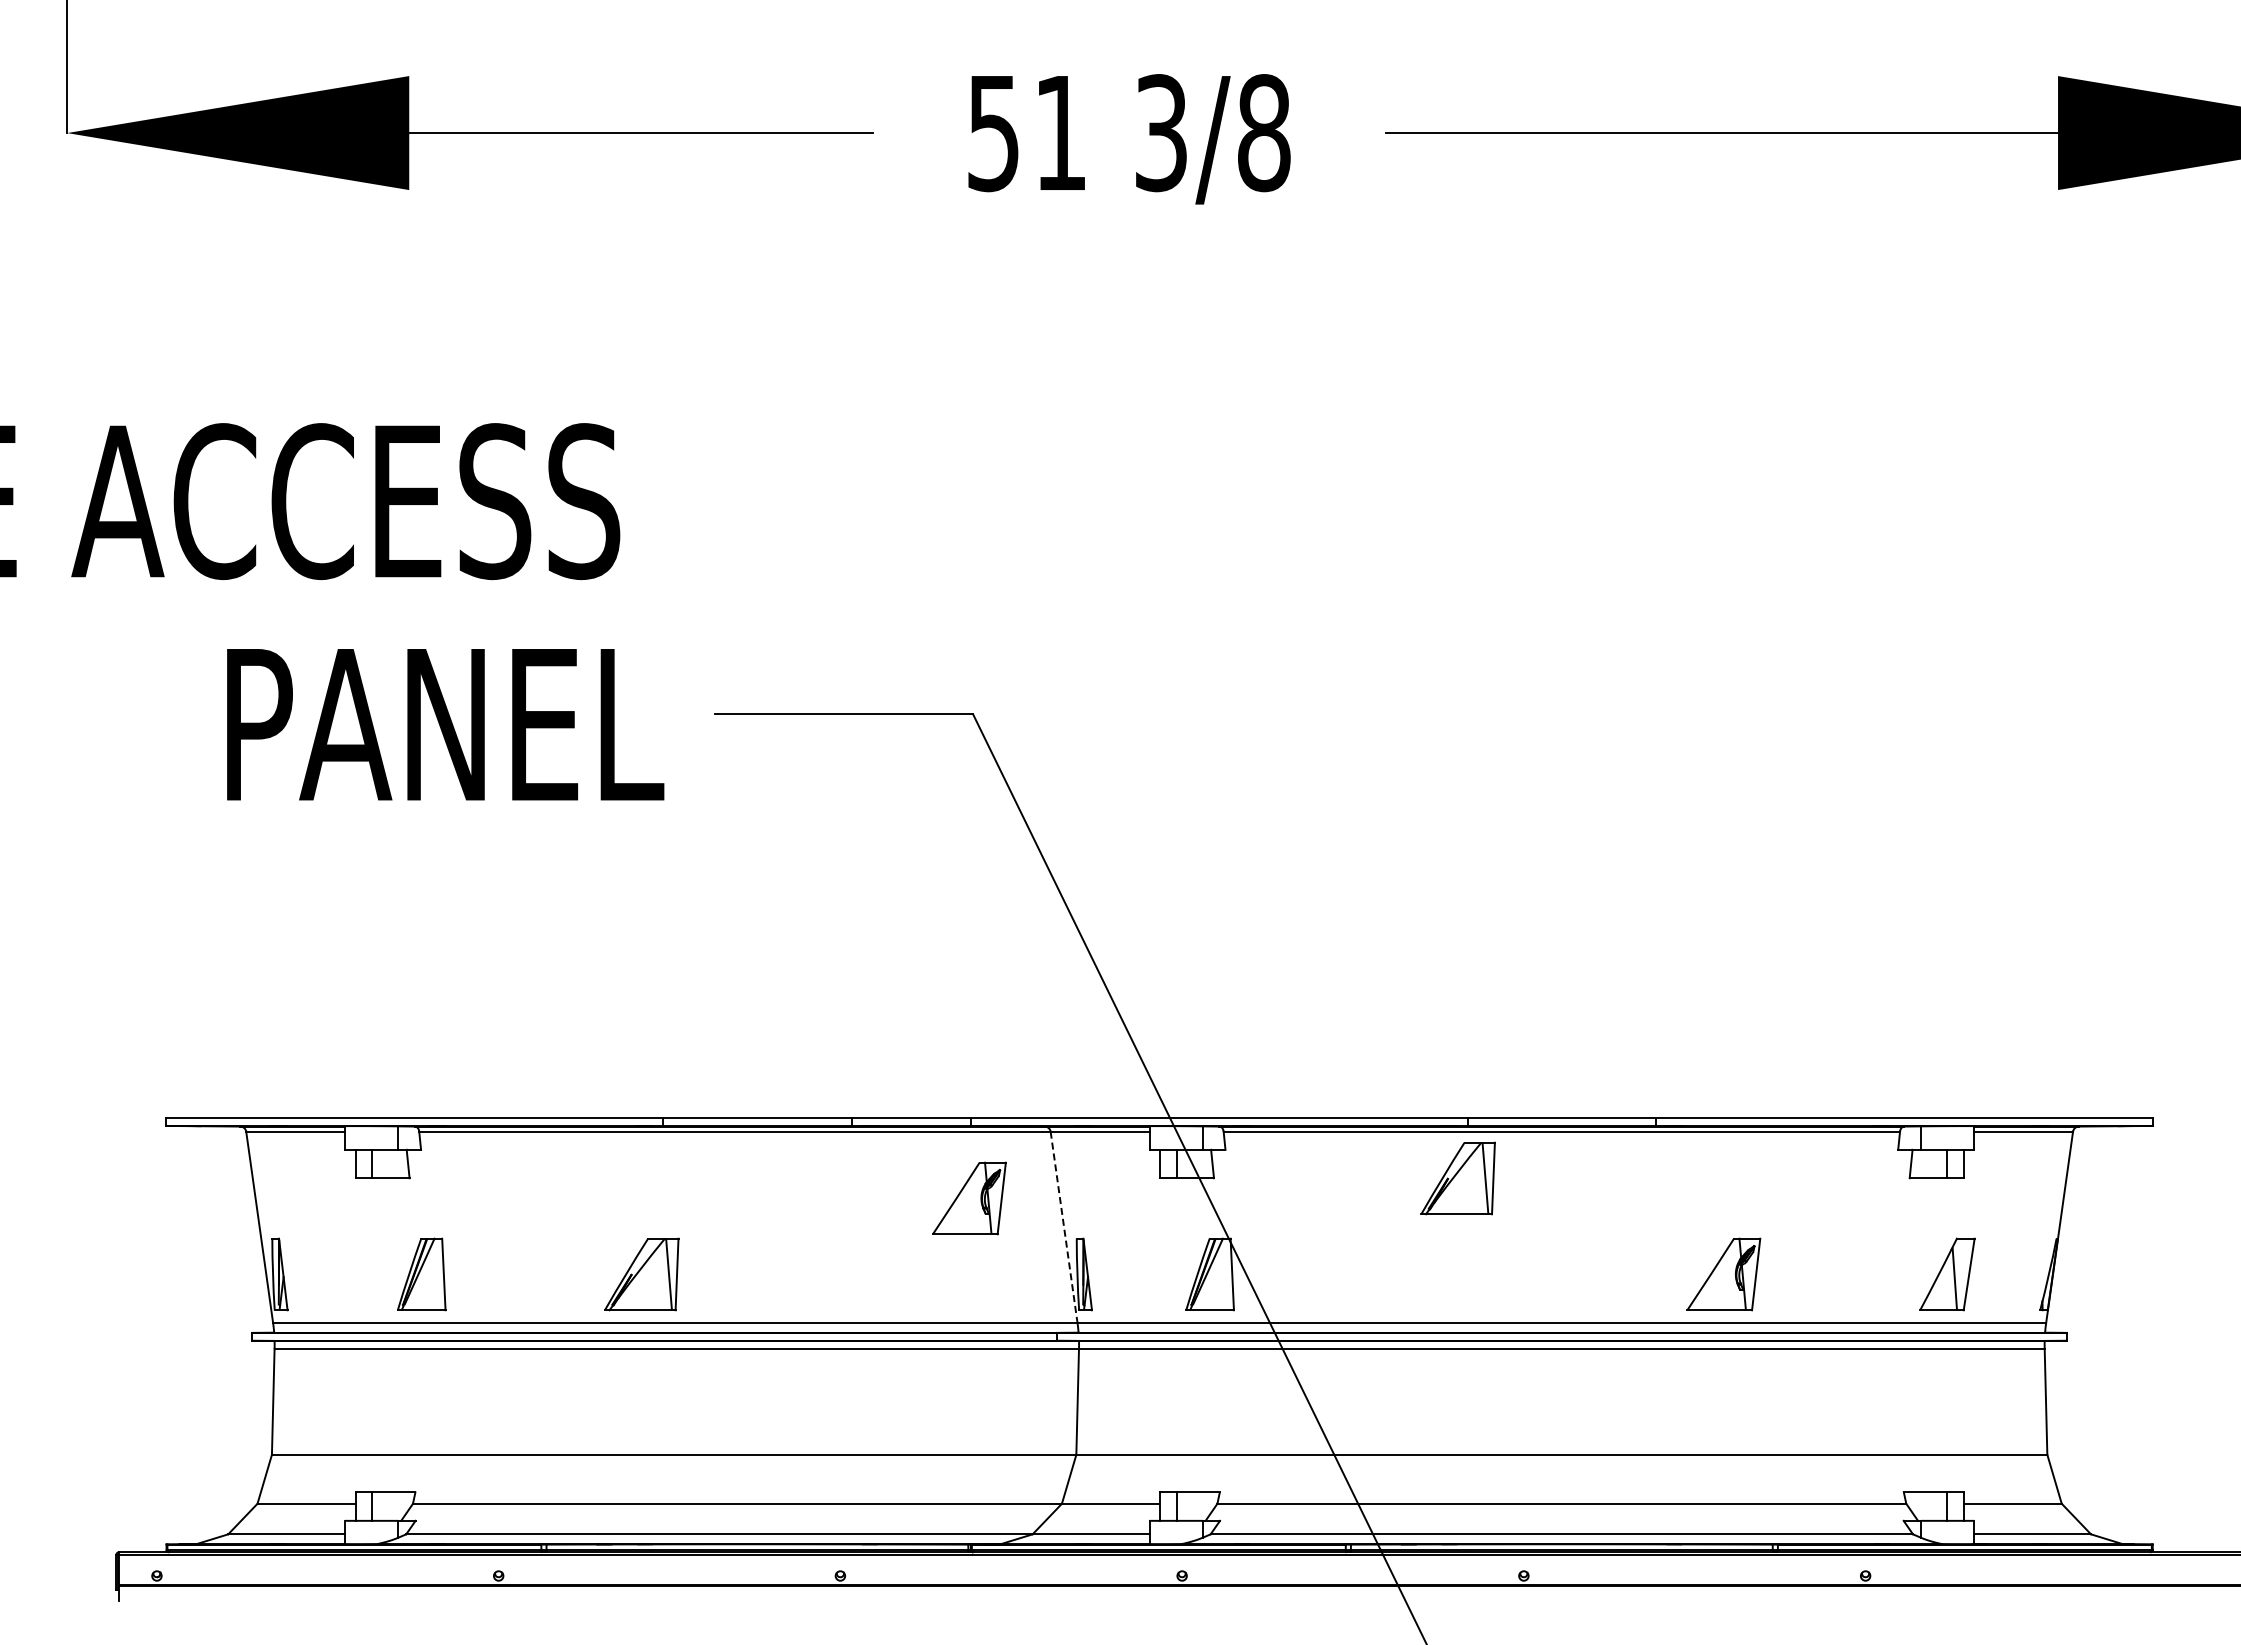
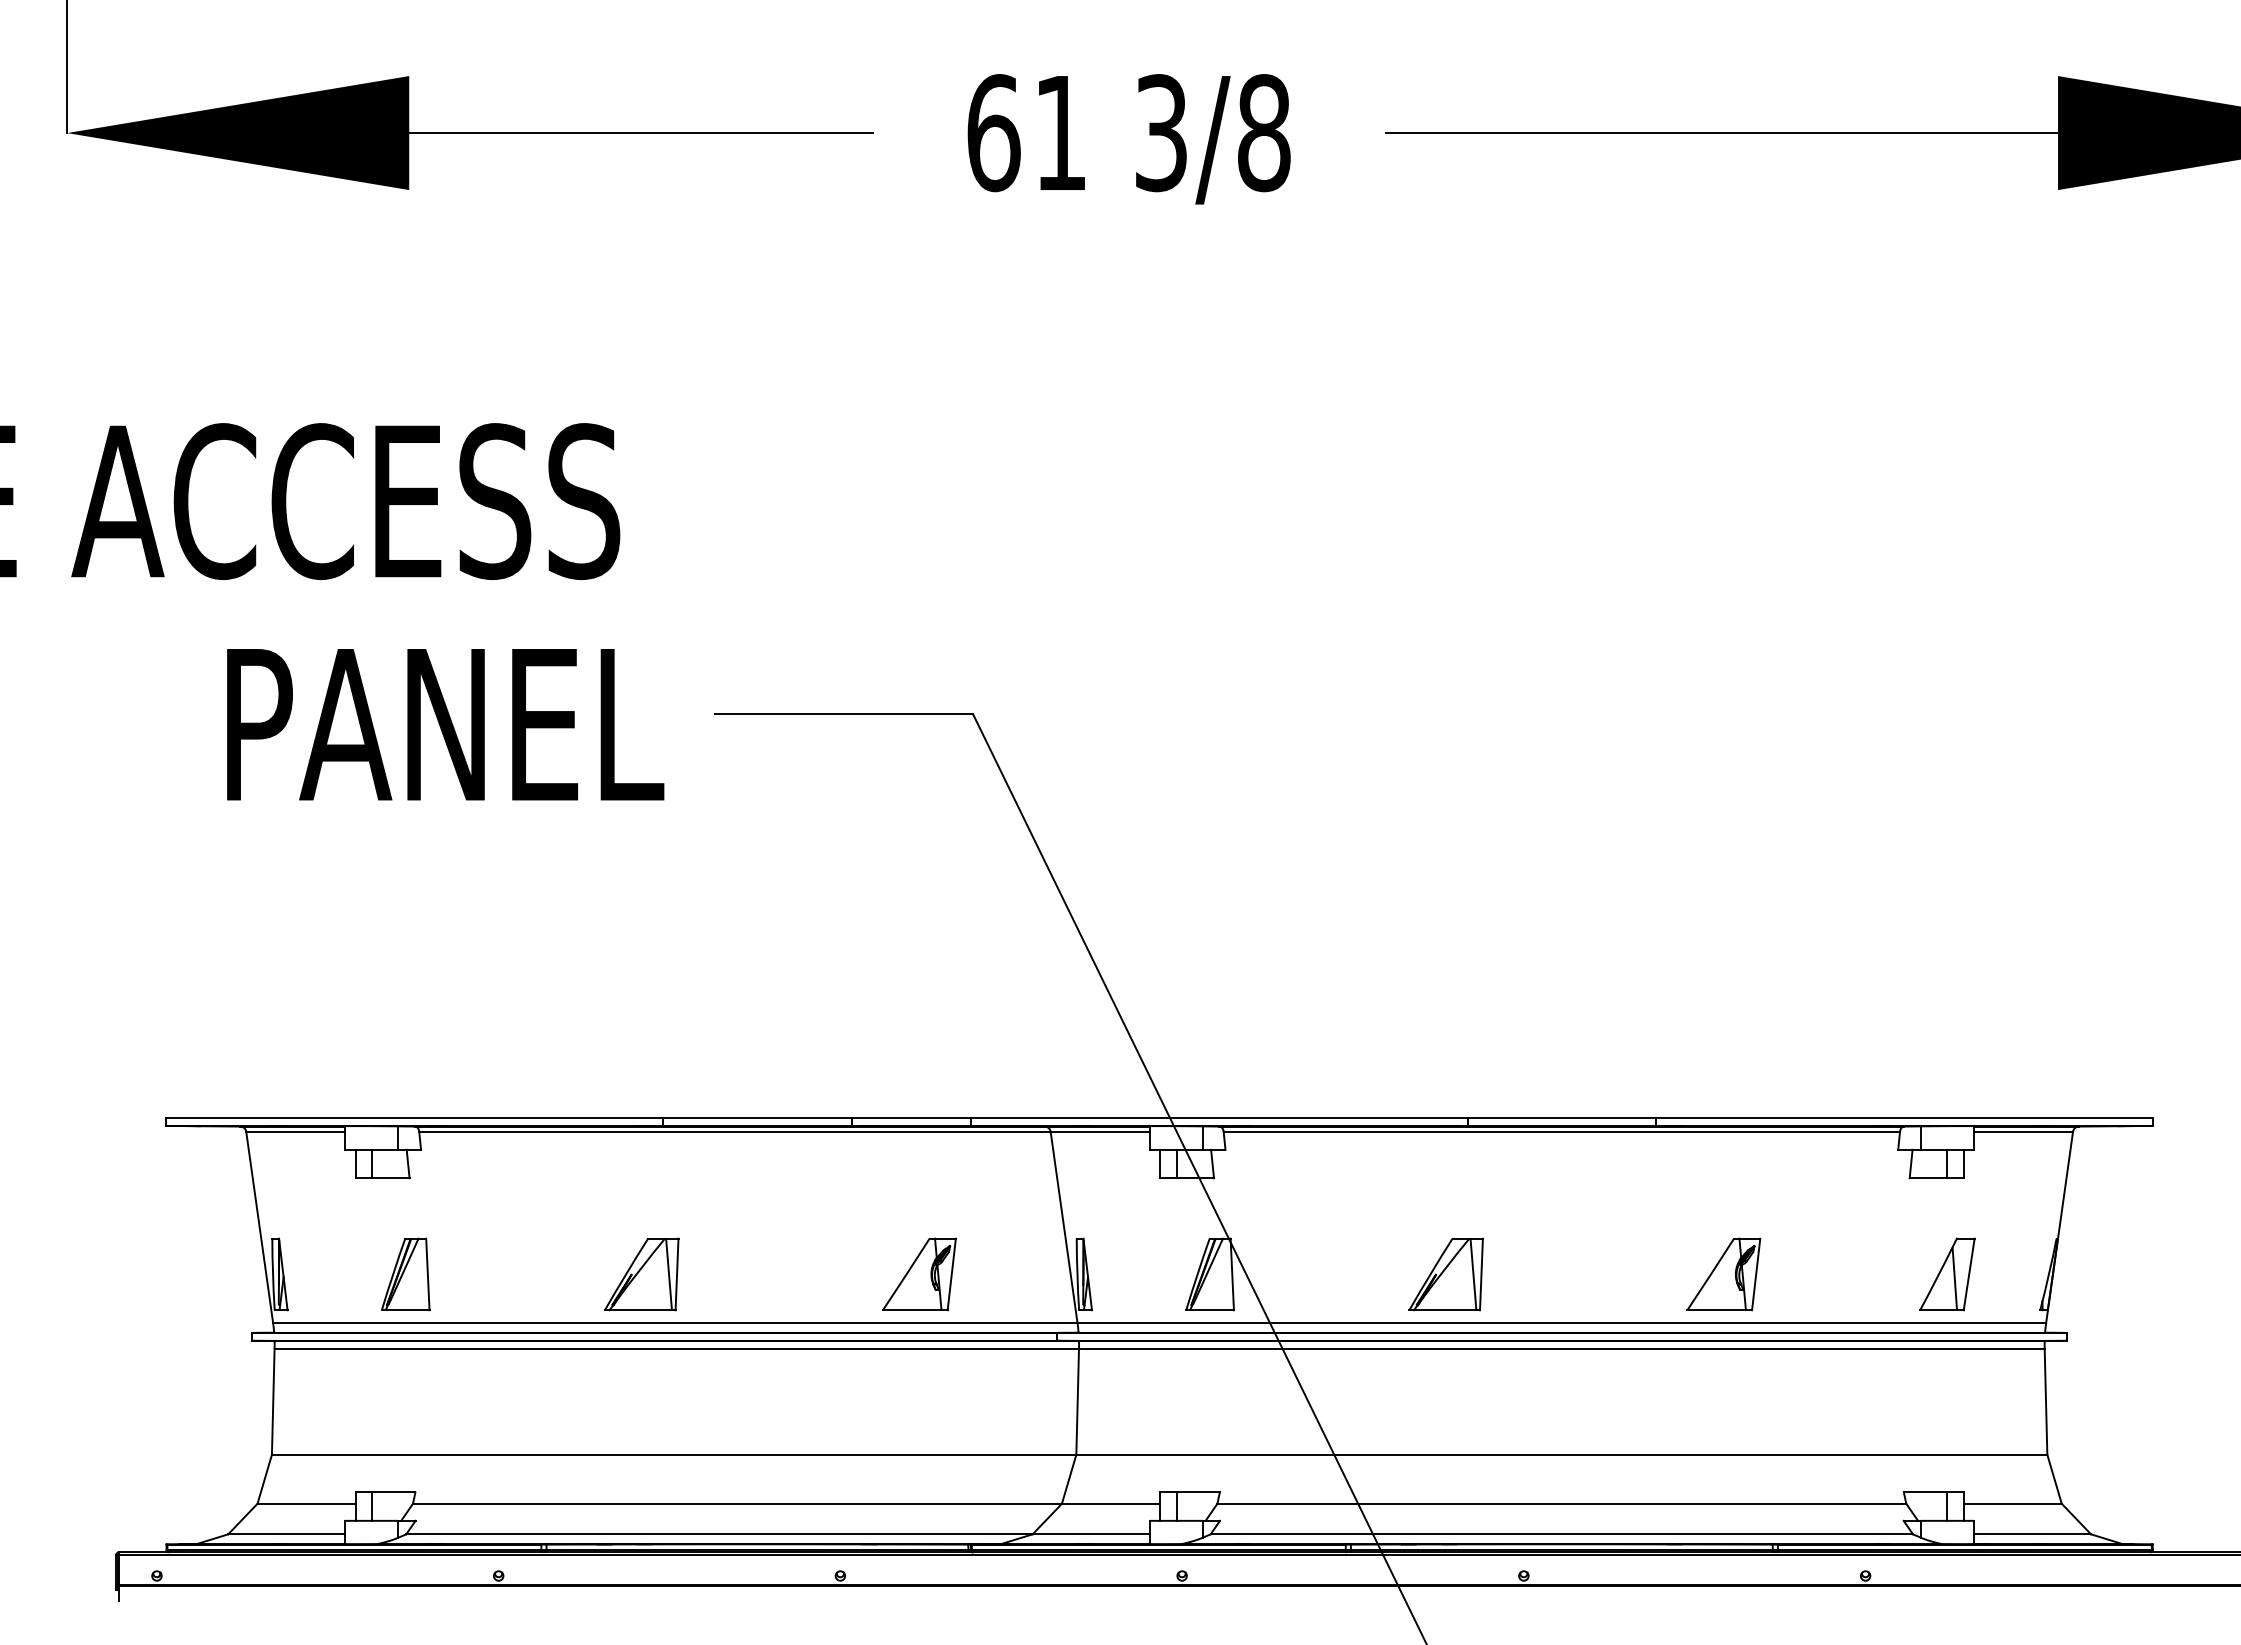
text at (993, 133): 51 -> 61
part at (1457, 1178) position: (1457, 1178) -> (1445, 1274)
part at (969, 1198) position: (969, 1198) -> (919, 1274)
line at (1064, 1227): dashed -> solid
part at (421, 1274) position: (421, 1274) -> (405, 1274)
